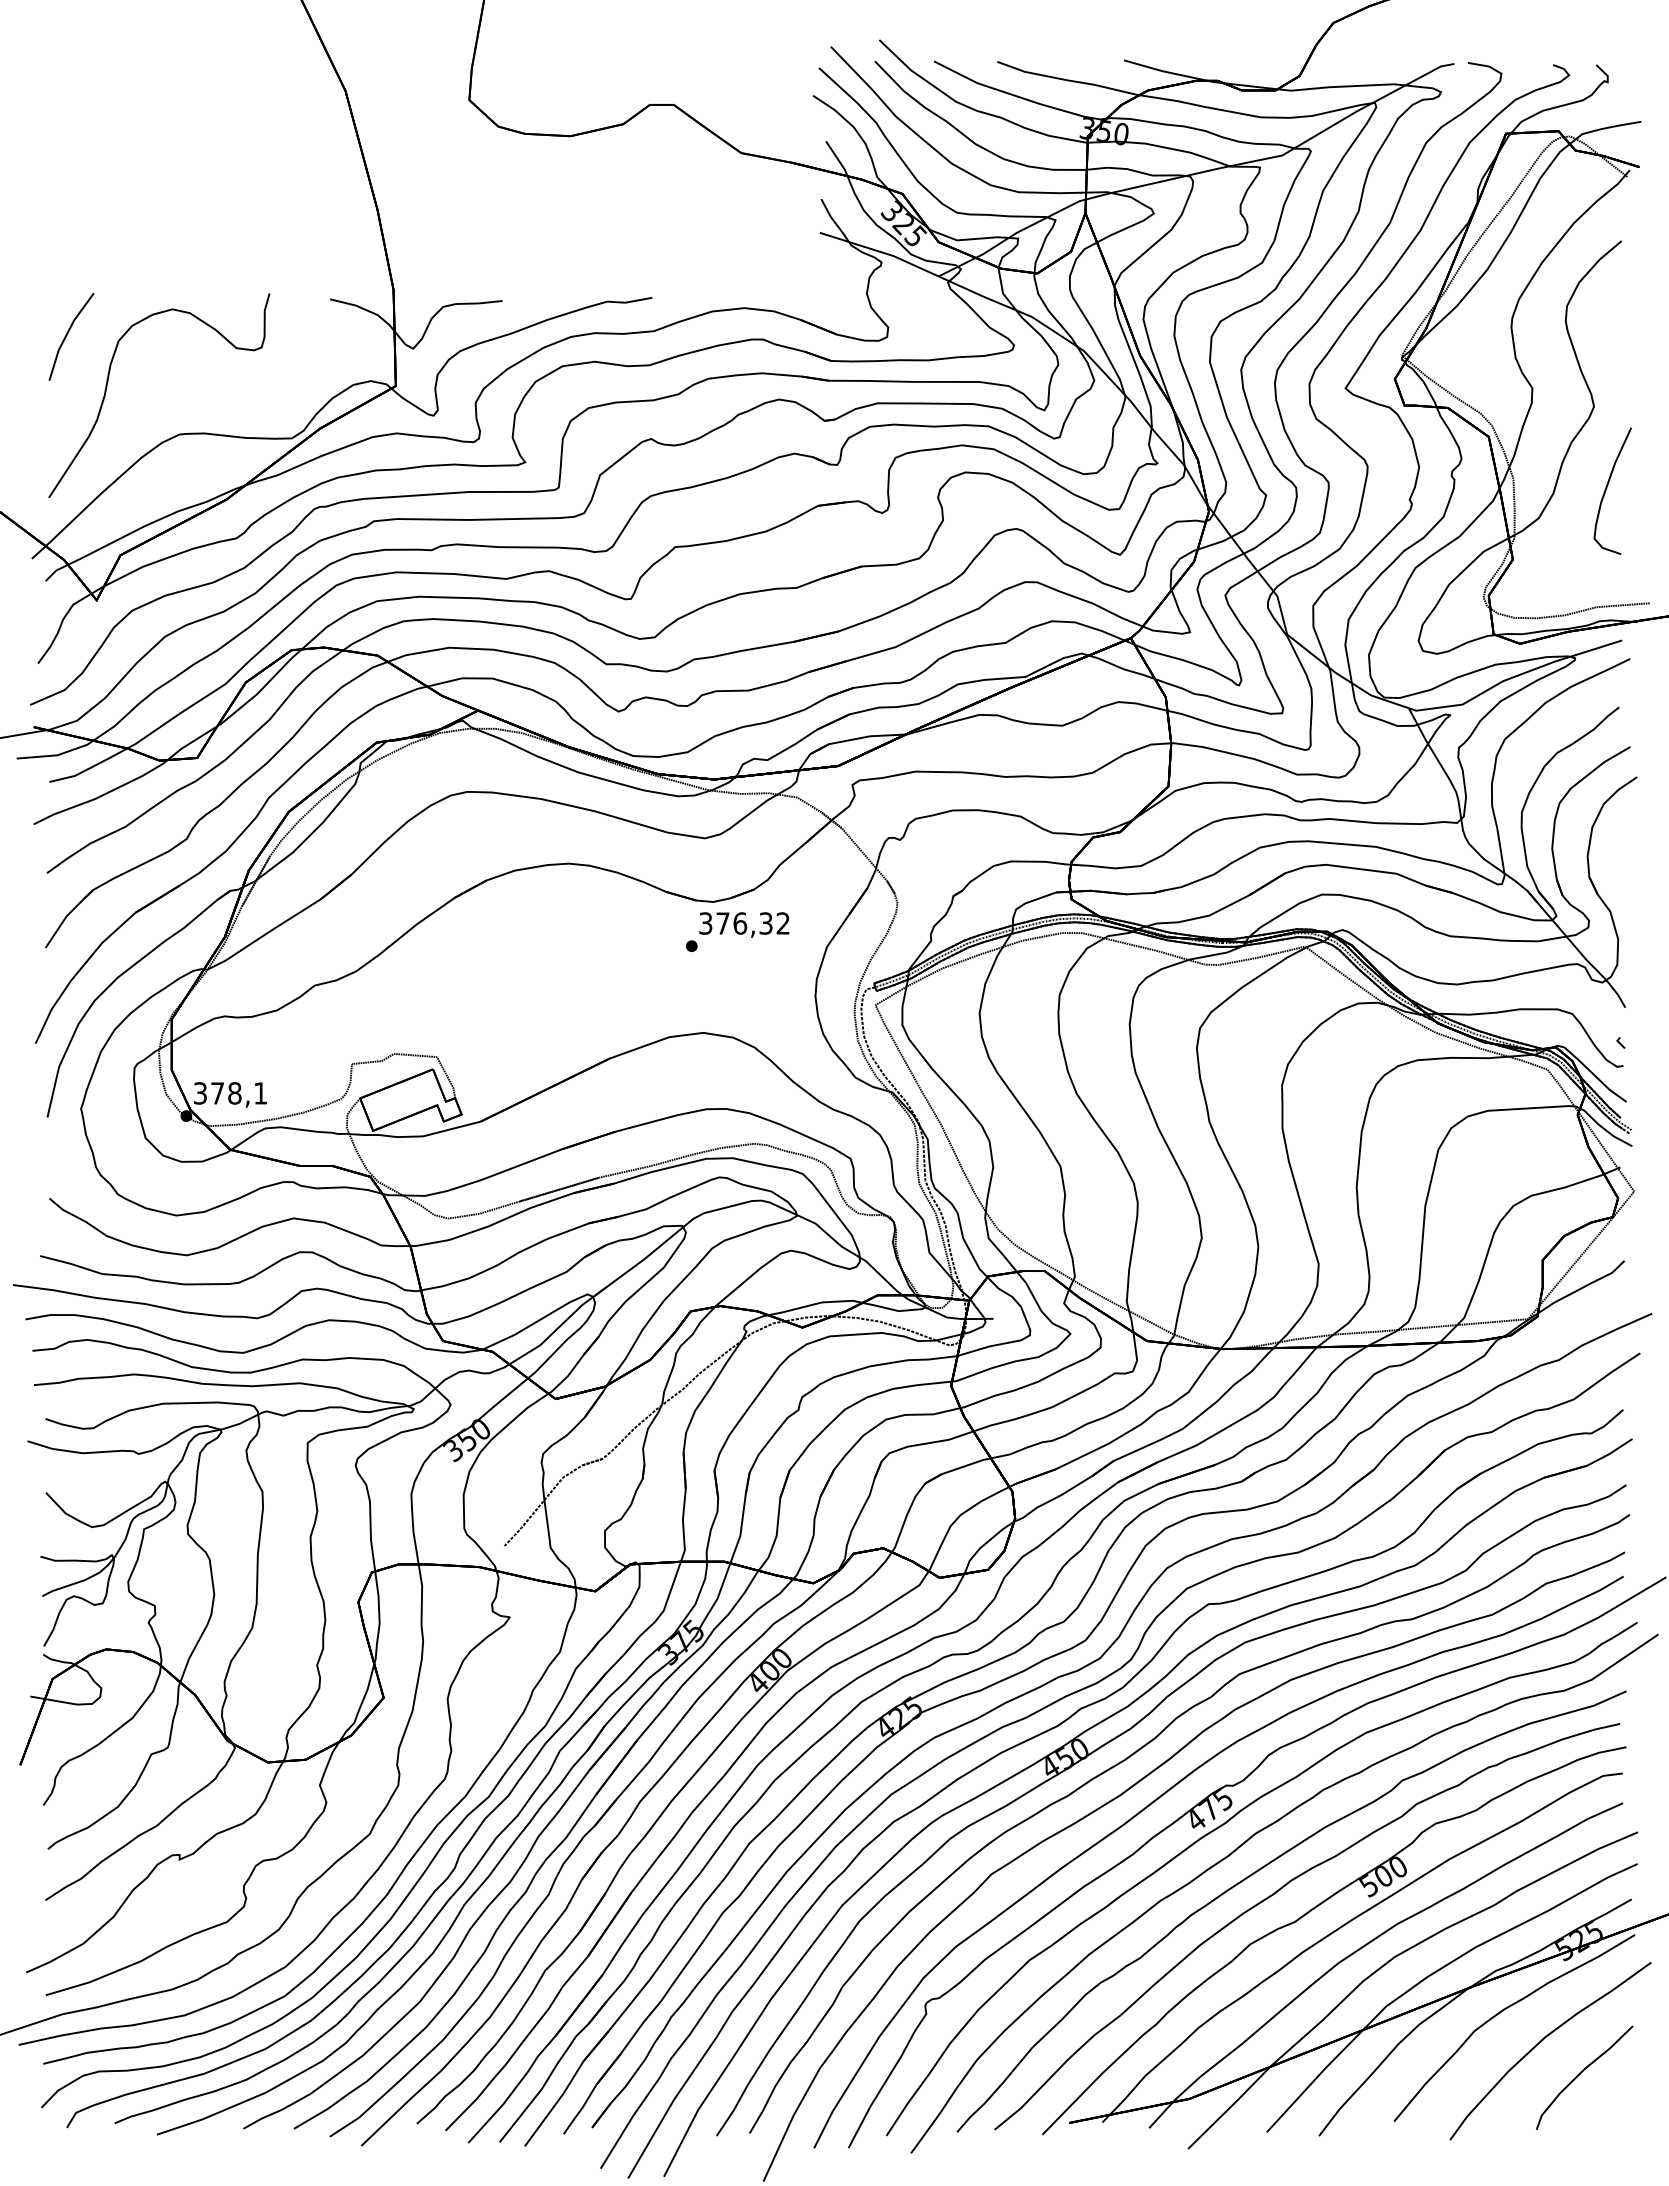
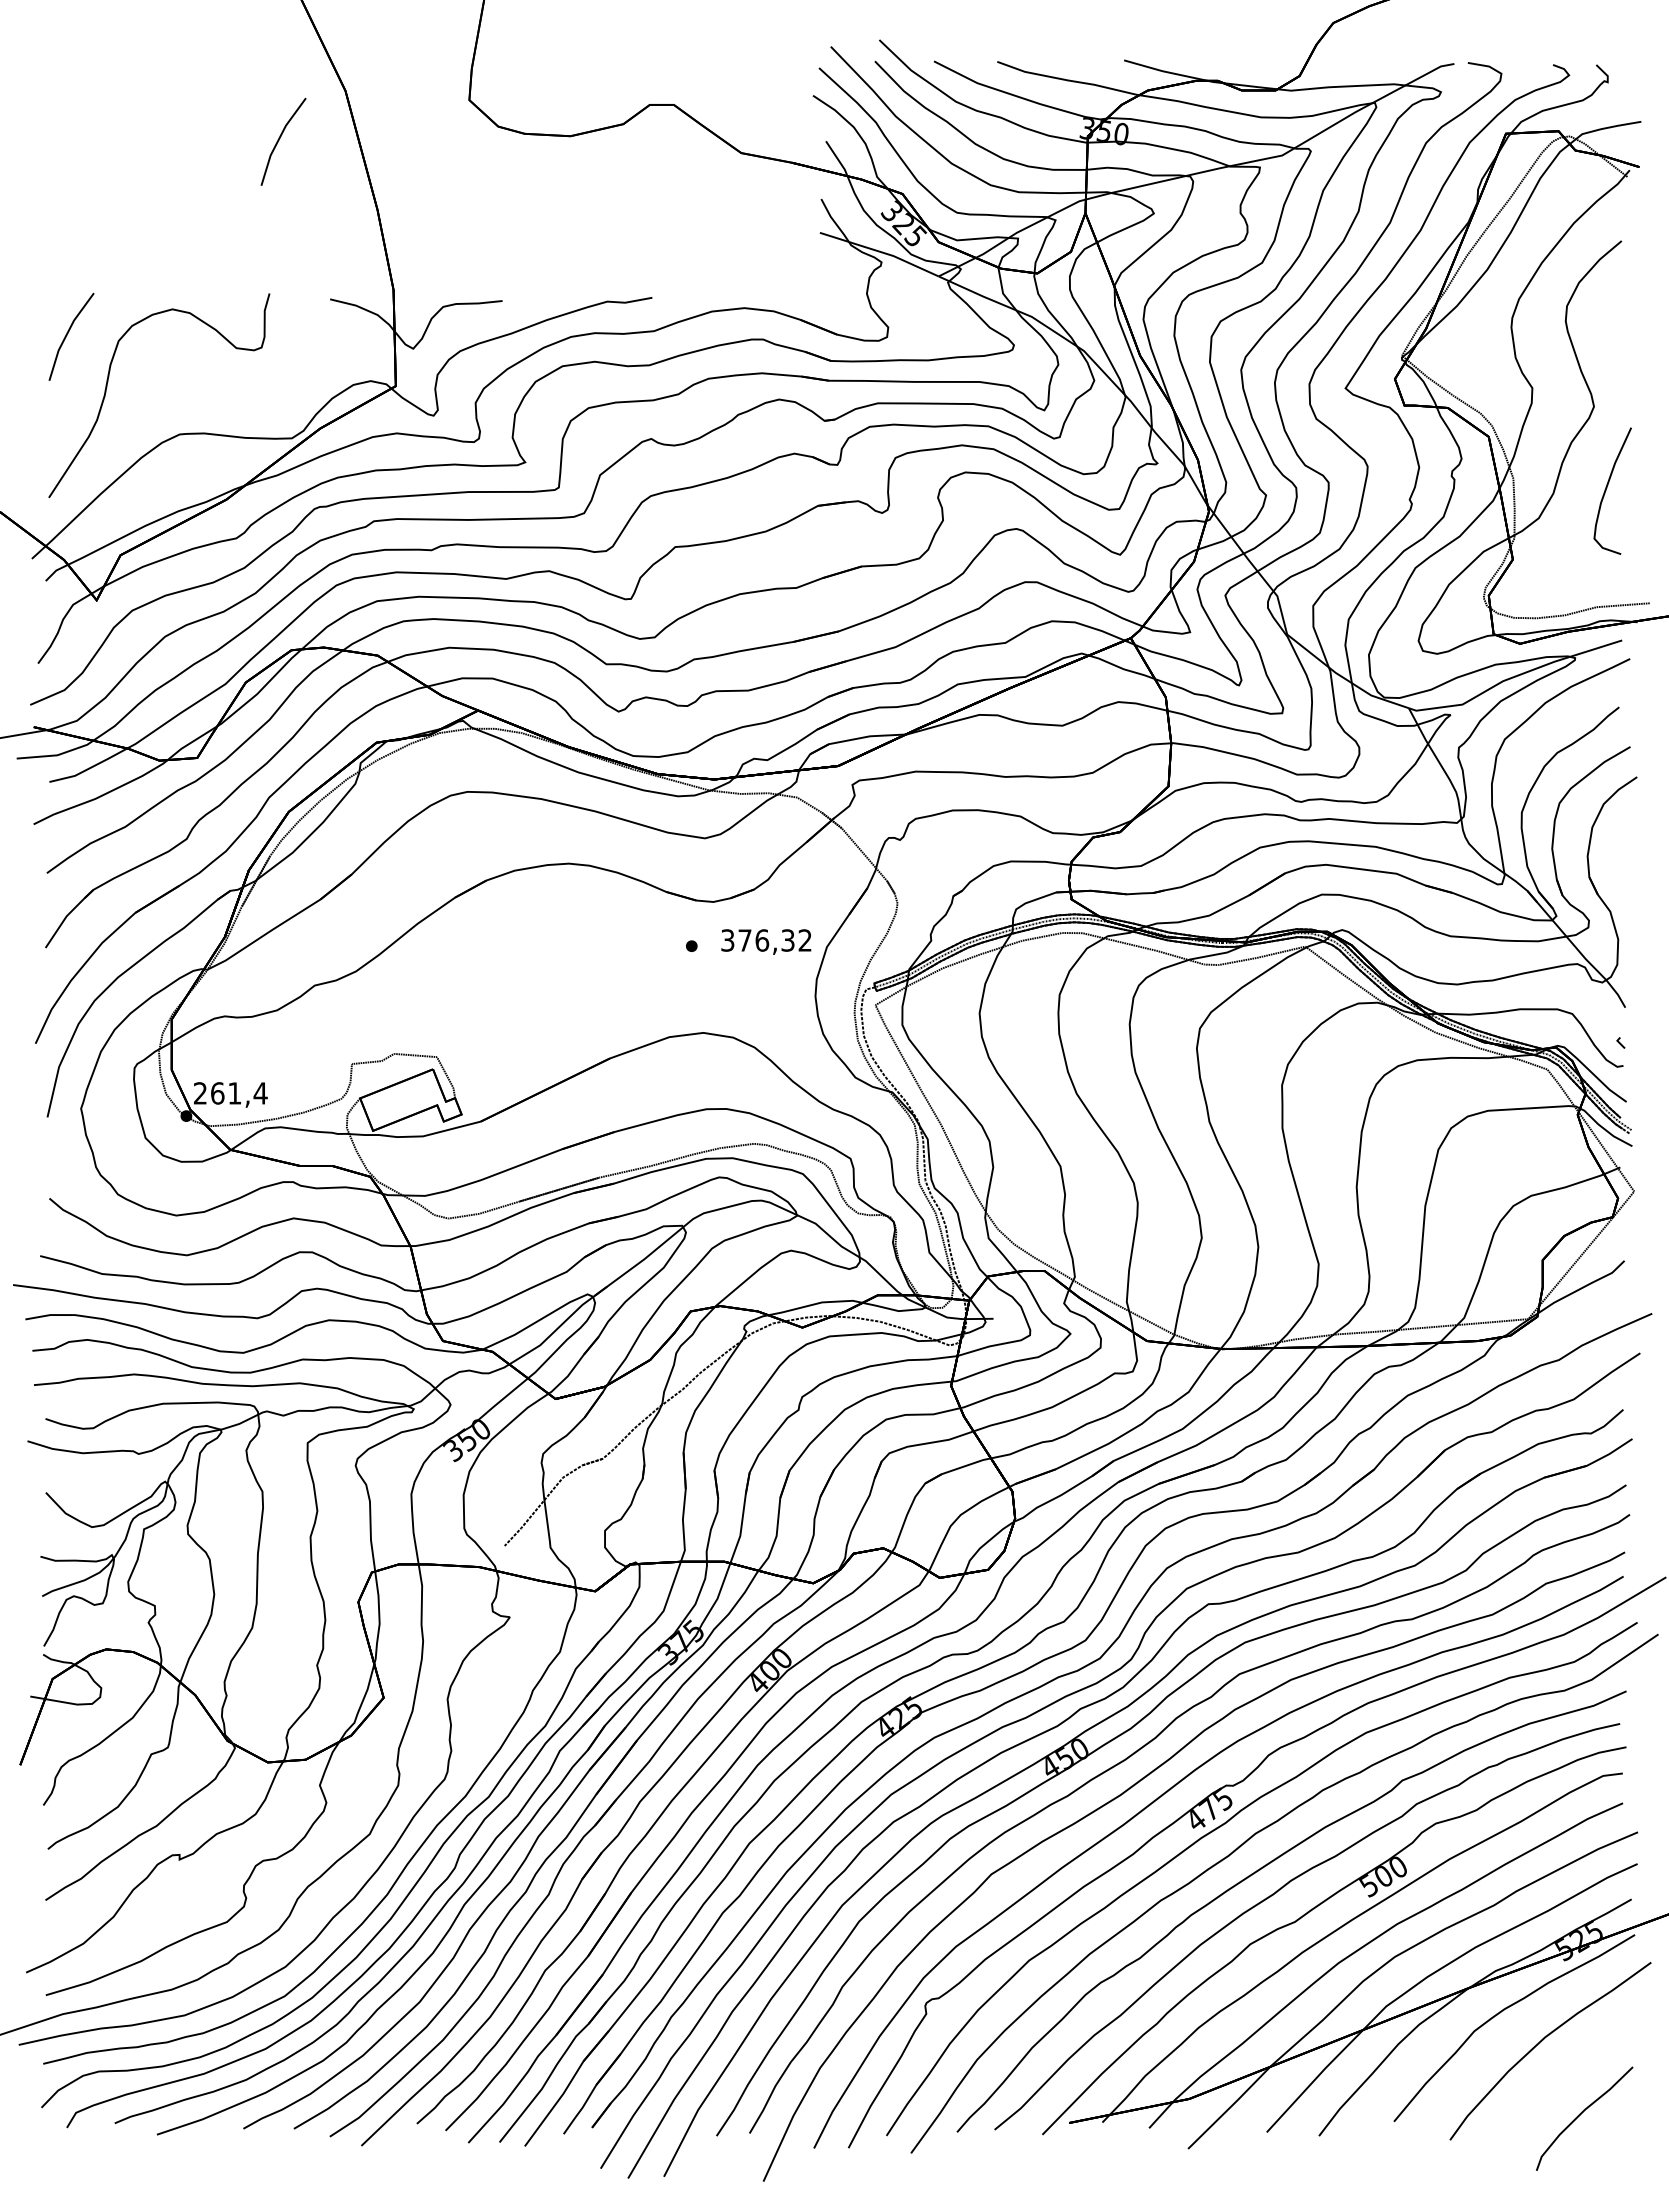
part at (283, 141): none -> present
text at (744, 924) position: (744, 924) -> (766, 941)
text at (230, 1093): 378,1 -> 261,4
part at (1584, 2077) position: (1584, 2077) -> (1584, 2118)
